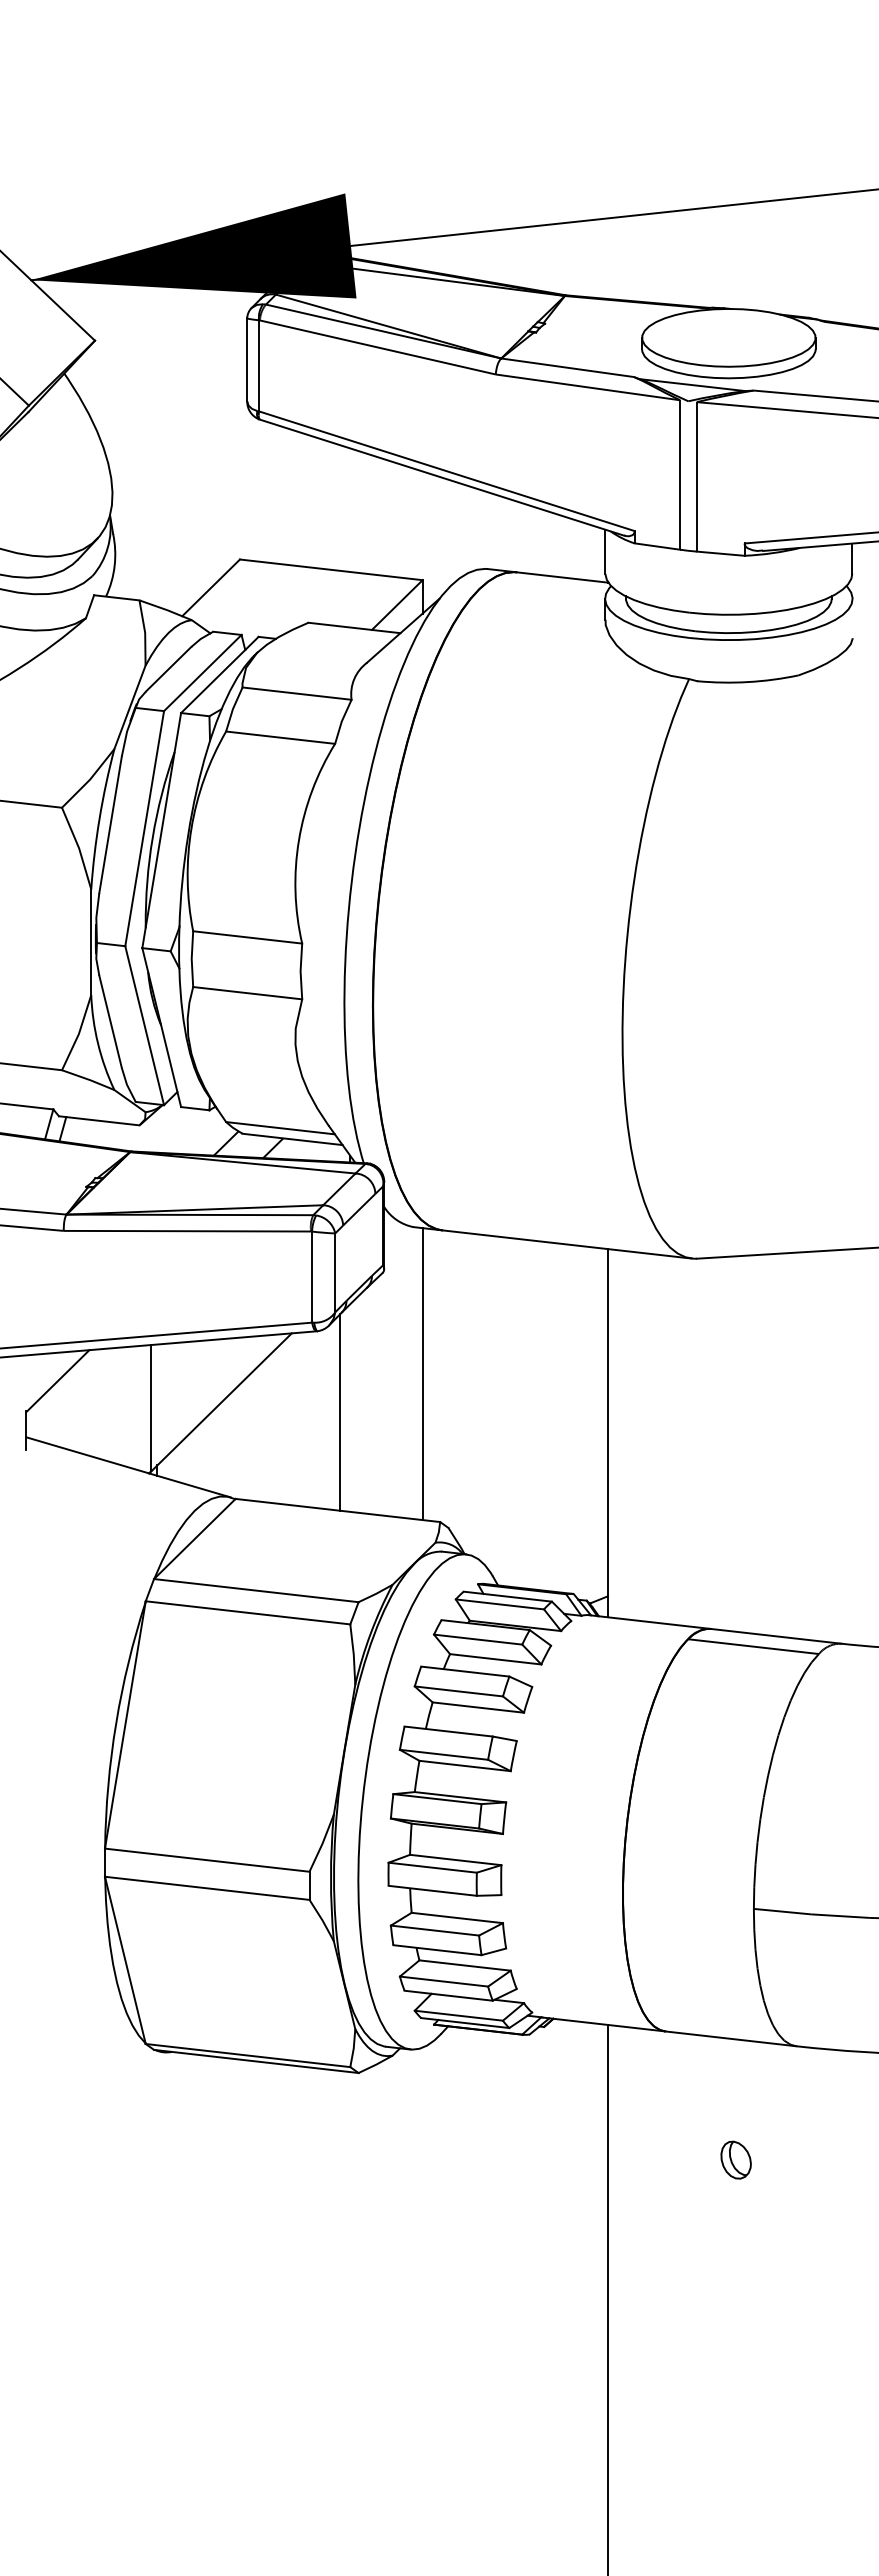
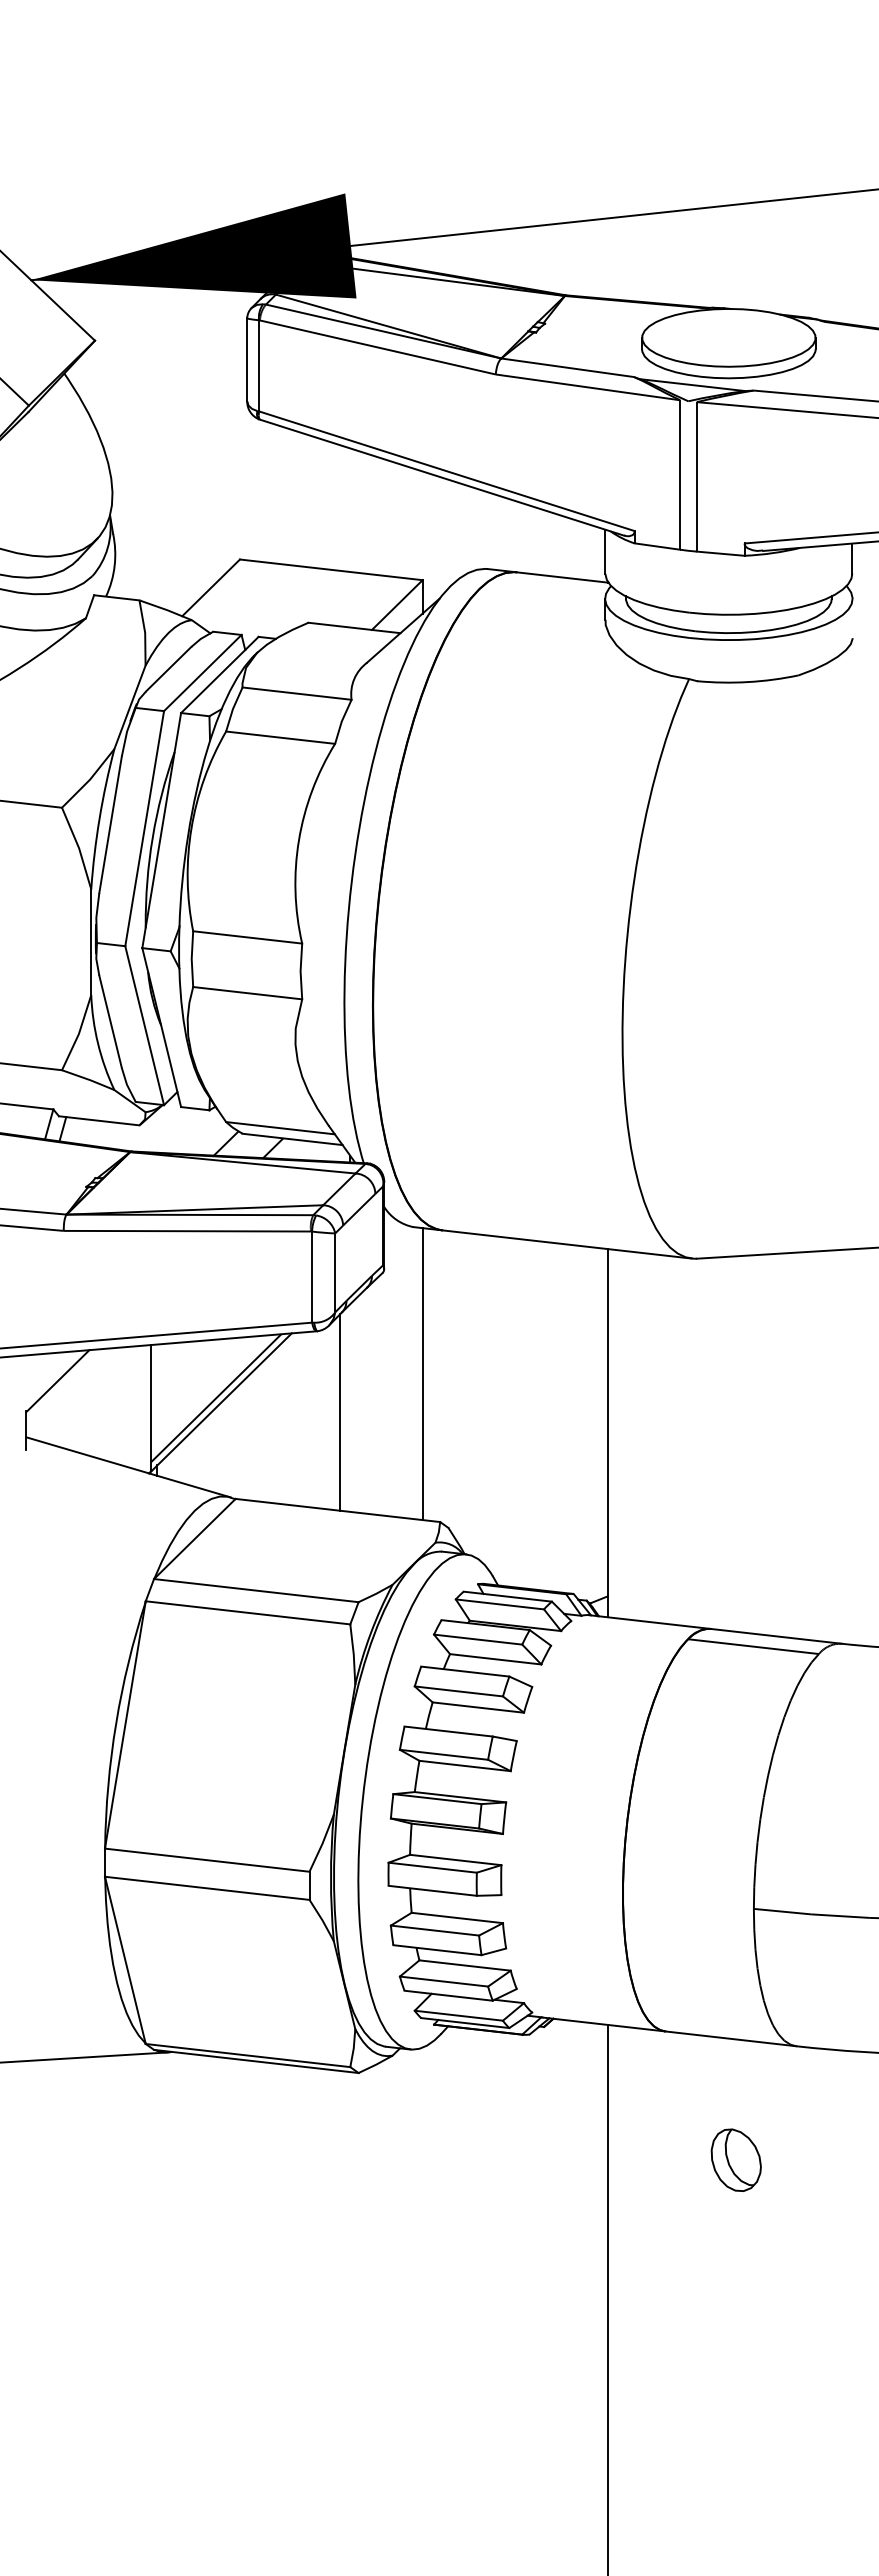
line at (216, 1398): none -> present
line at (84, 2057): none -> present
part at (735, 2159) size: 32x40 px -> 52x64 px
